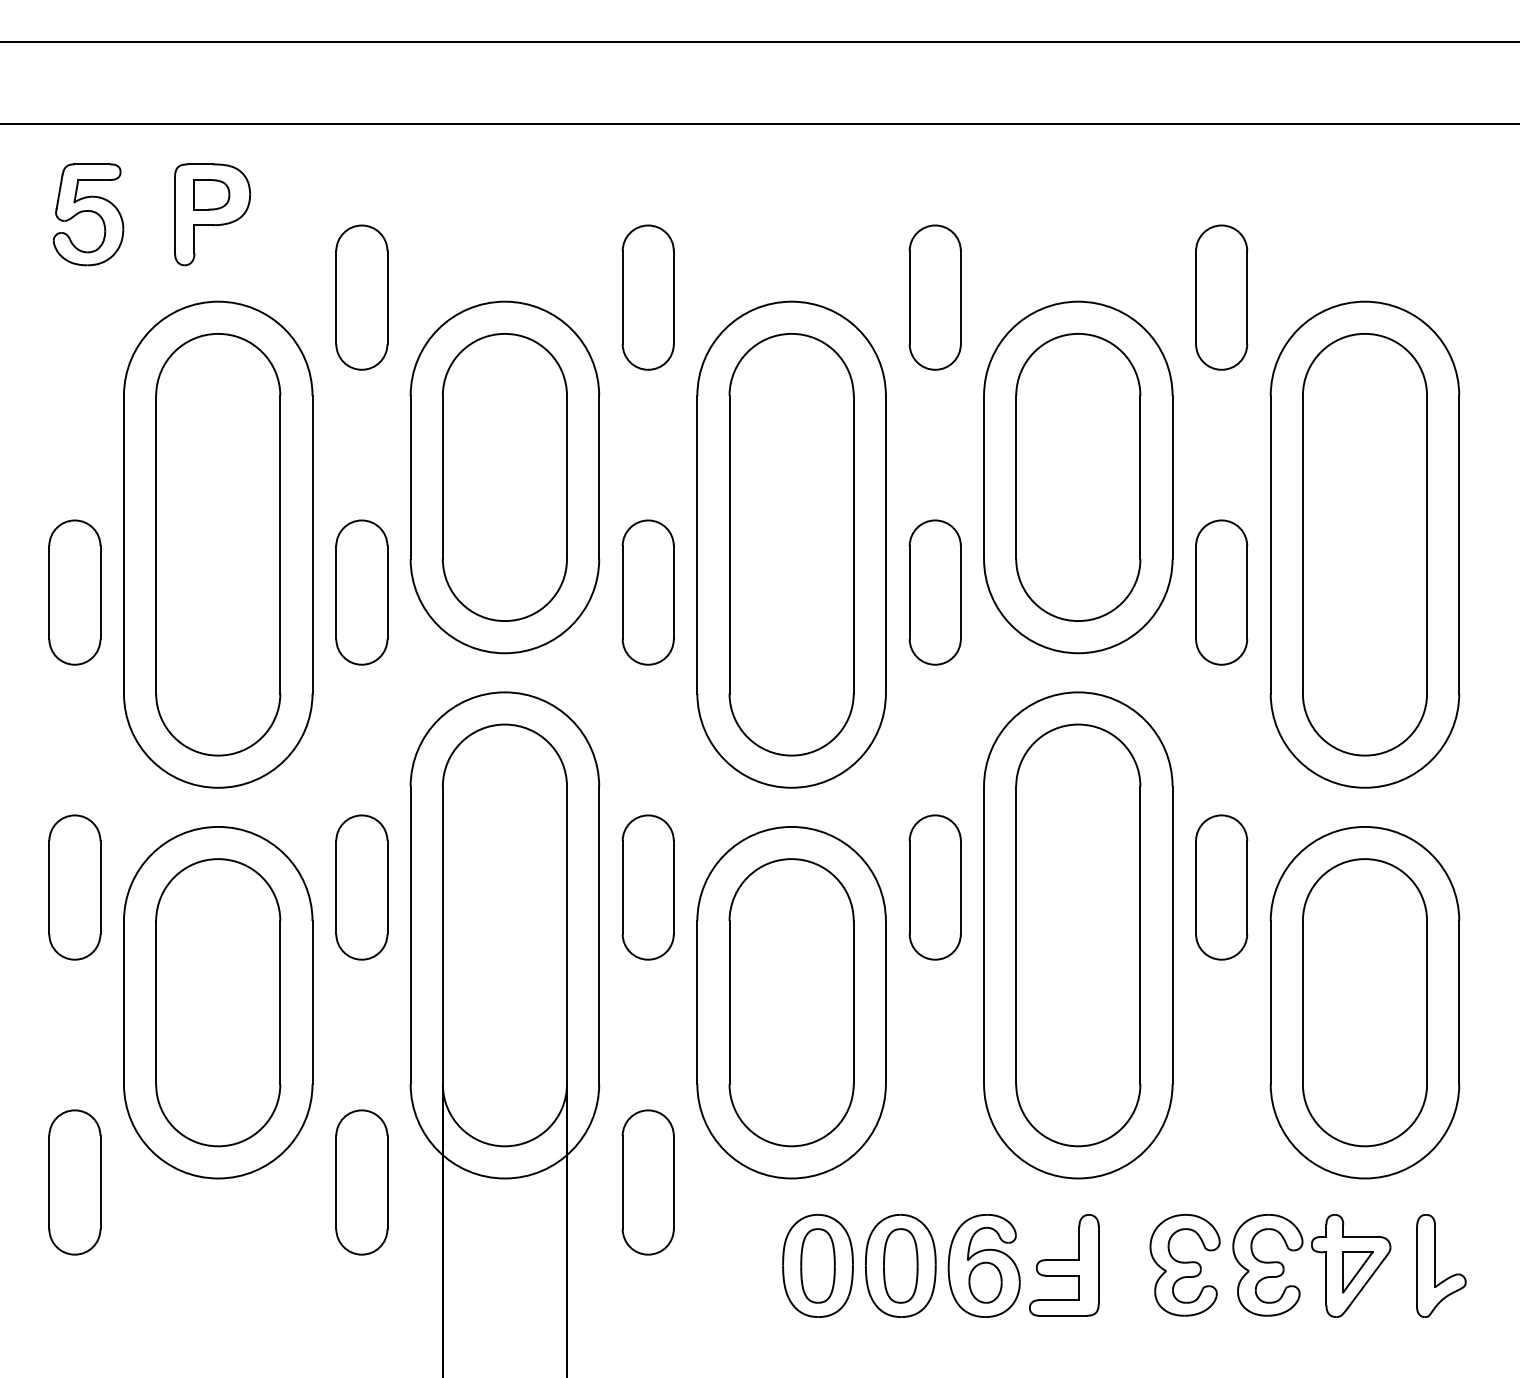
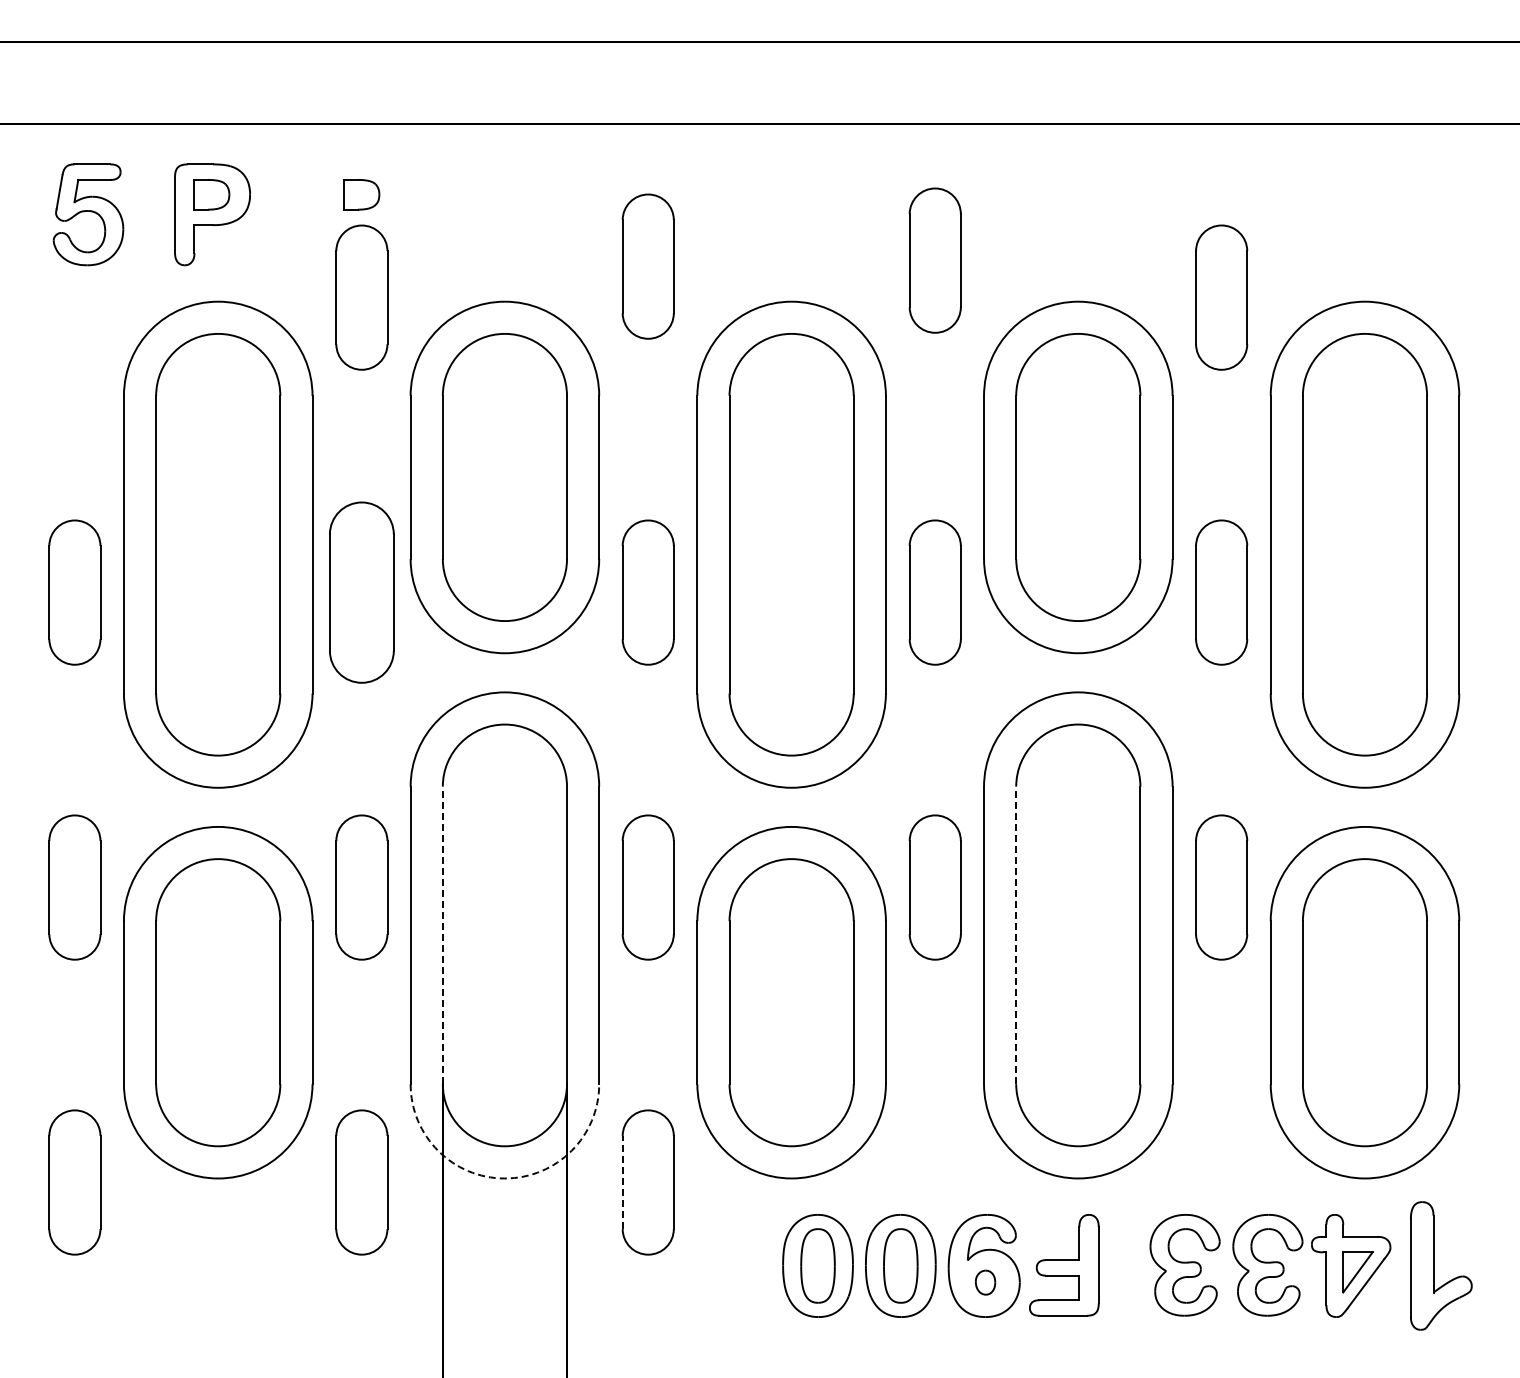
part at (361, 194): none -> present
part at (647, 297) position: (647, 297) -> (647, 266)
part at (934, 297) position: (934, 297) -> (934, 260)
part at (361, 592) size: 54x147 px -> 66x183 px
line at (442, 935): solid -> dashed
line at (1016, 935): solid -> dashed
arc at (504, 1178): solid -> dashed
line at (622, 1182): solid -> dashed
part at (1441, 1265) size: 51x104 px -> 63x130 px
part at (985, 1282) size: 35x43 px -> 22x27 px
